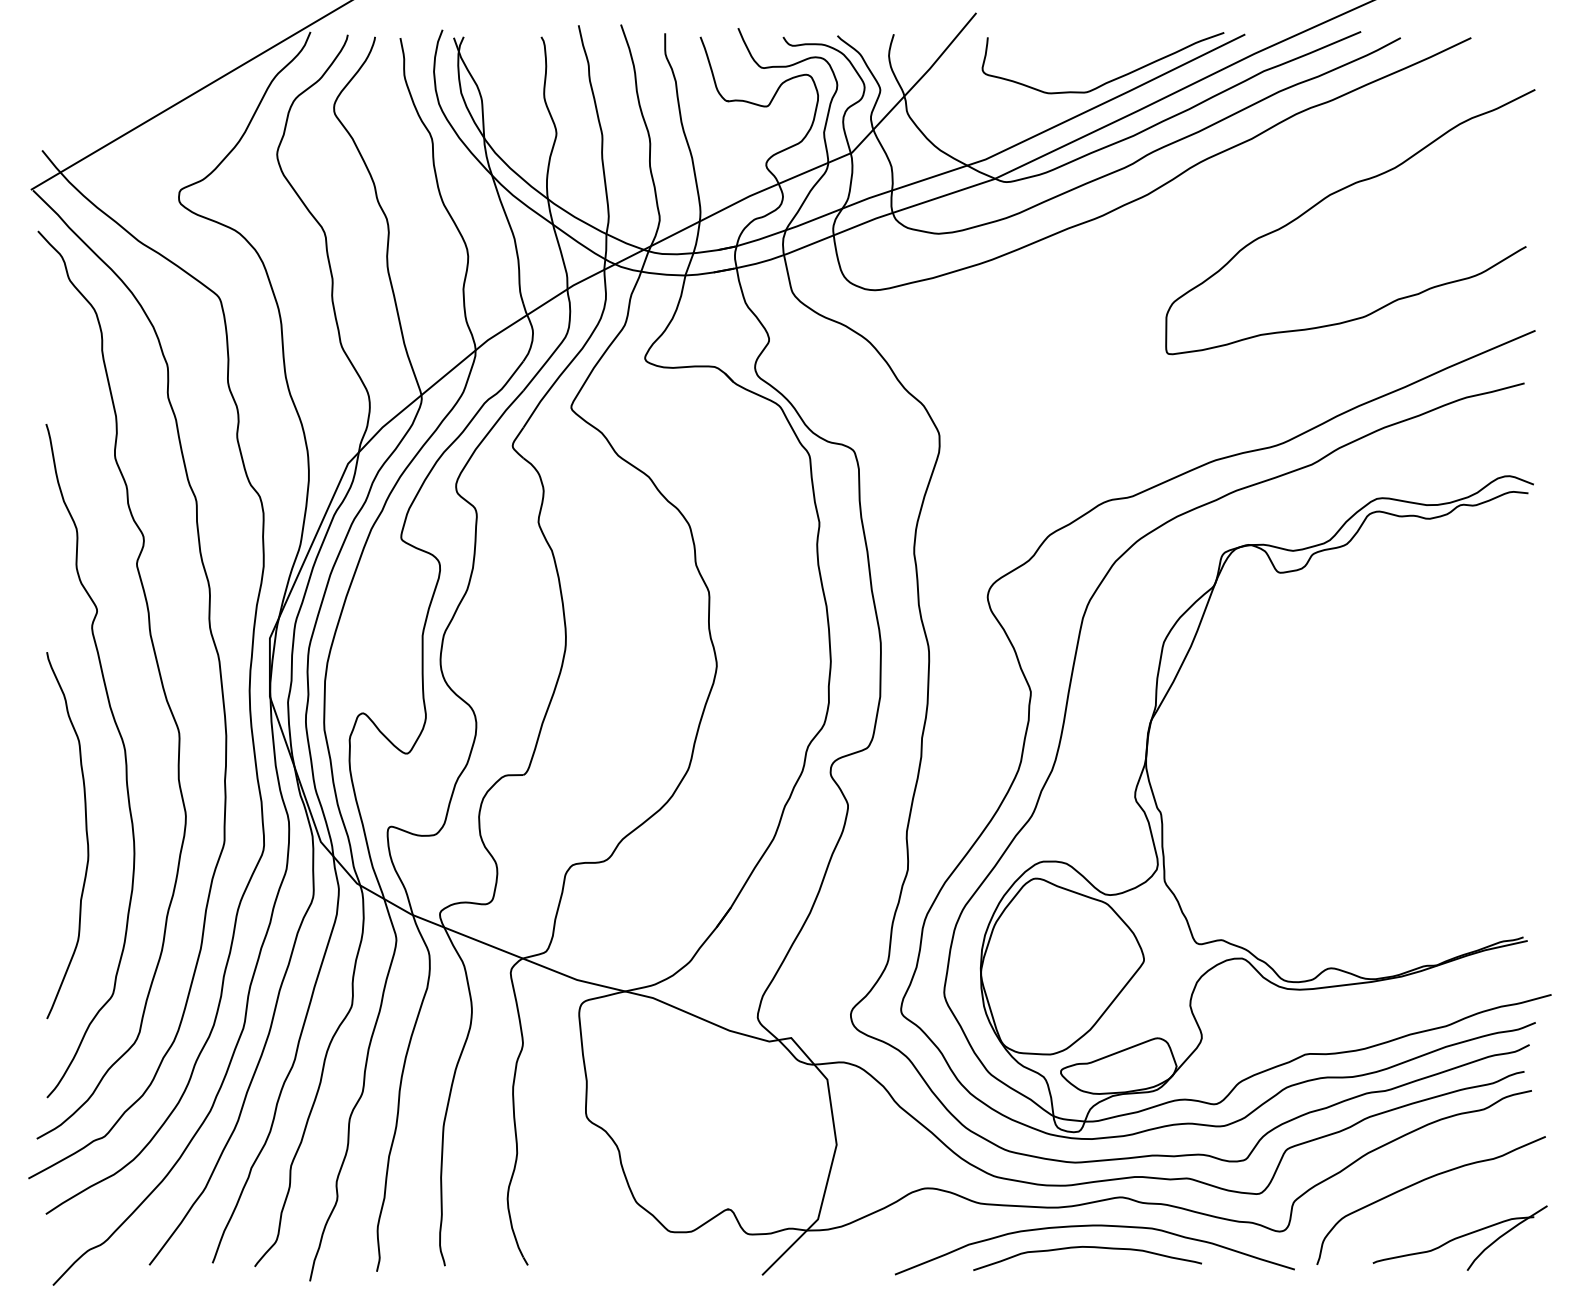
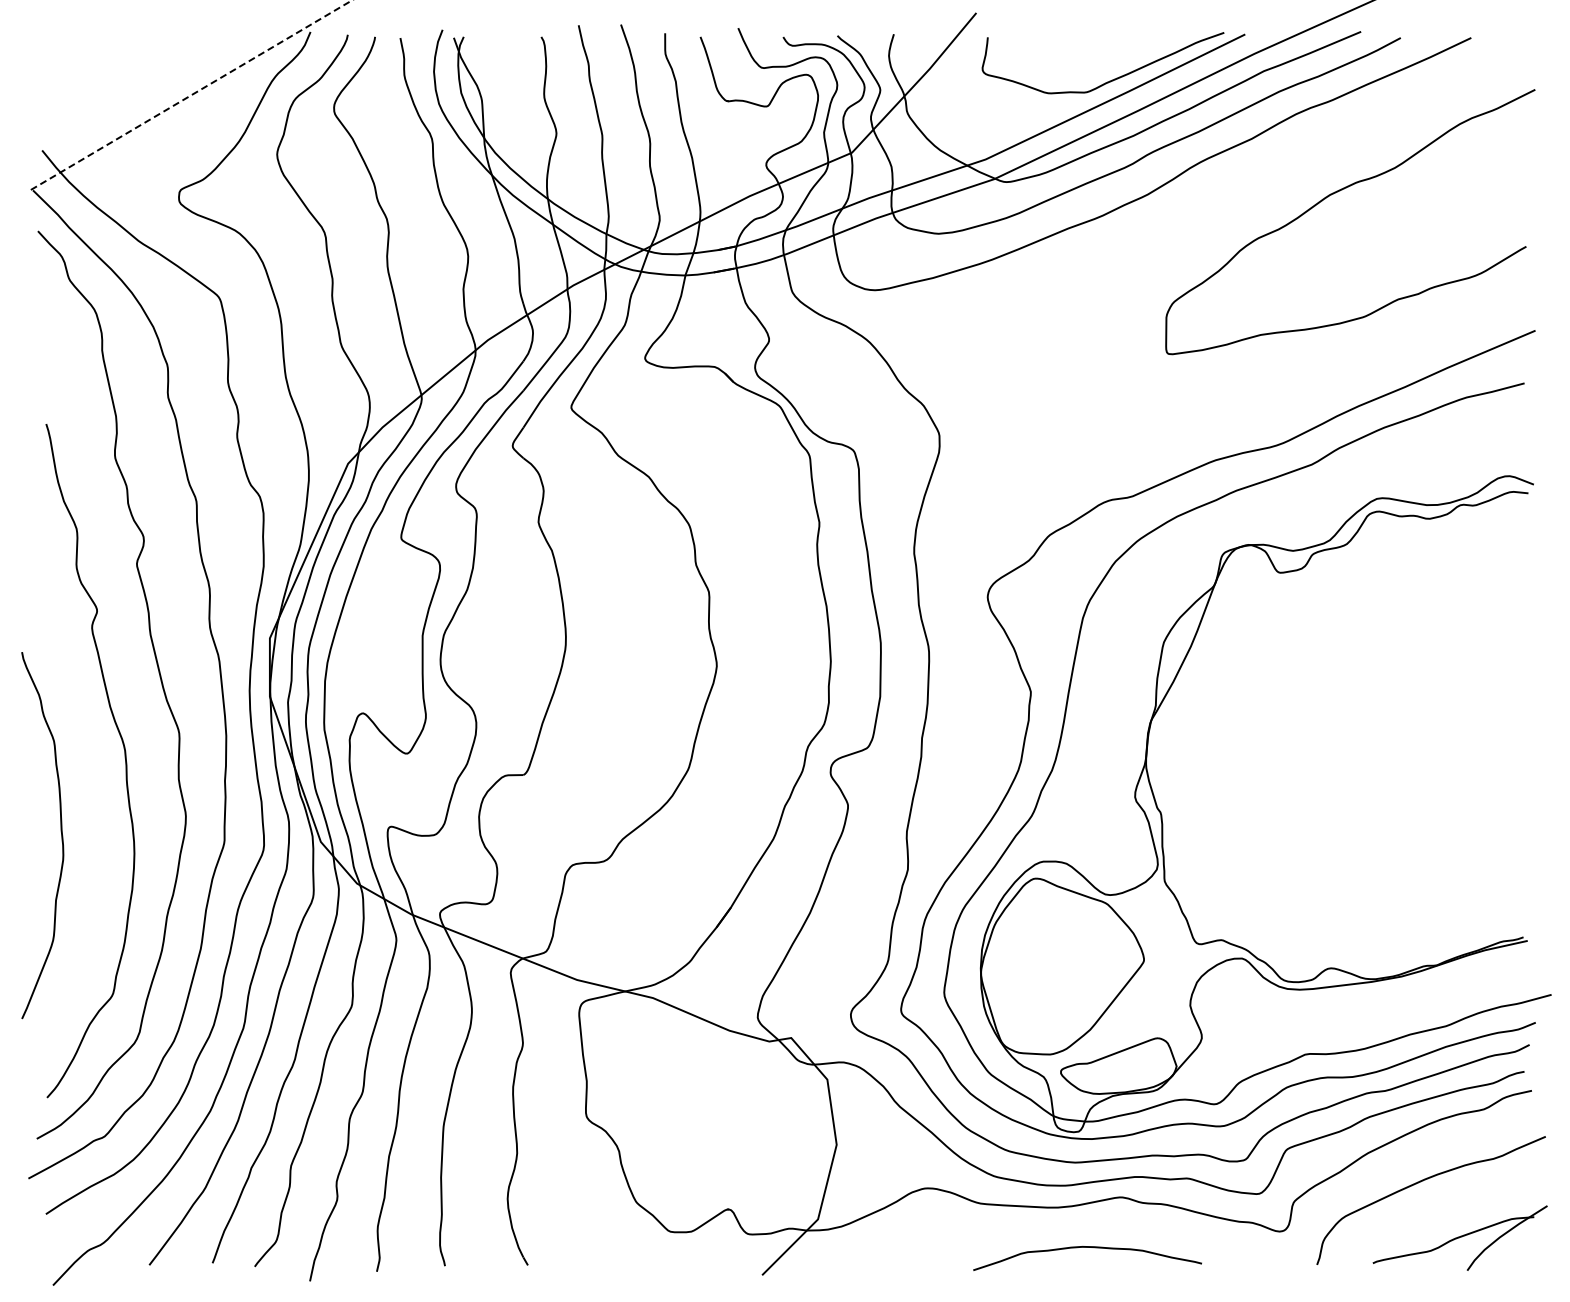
line at (191, 95): solid -> dashed
curve at (85, 831) position: (85, 831) -> (60, 831)
curve at (1094, 1226): present -> none
